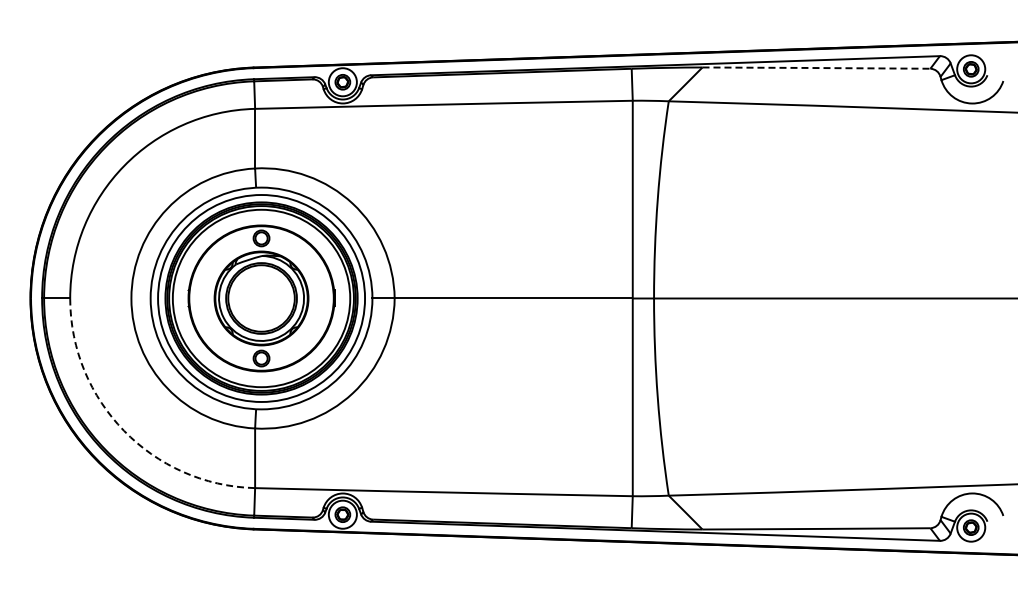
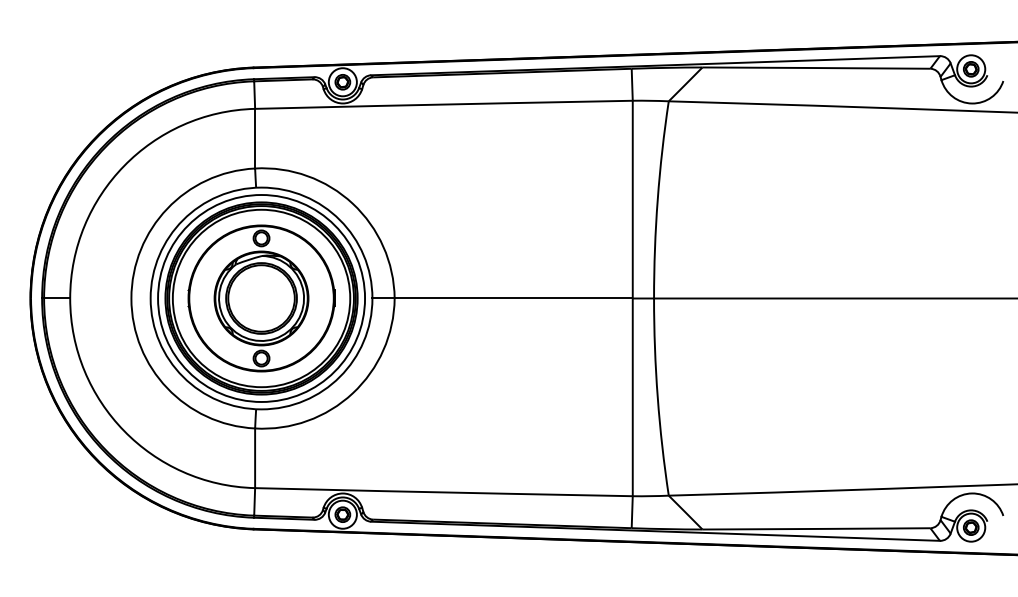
line at (816, 68): dashed -> solid
arc at (124, 430): dashed -> solid
